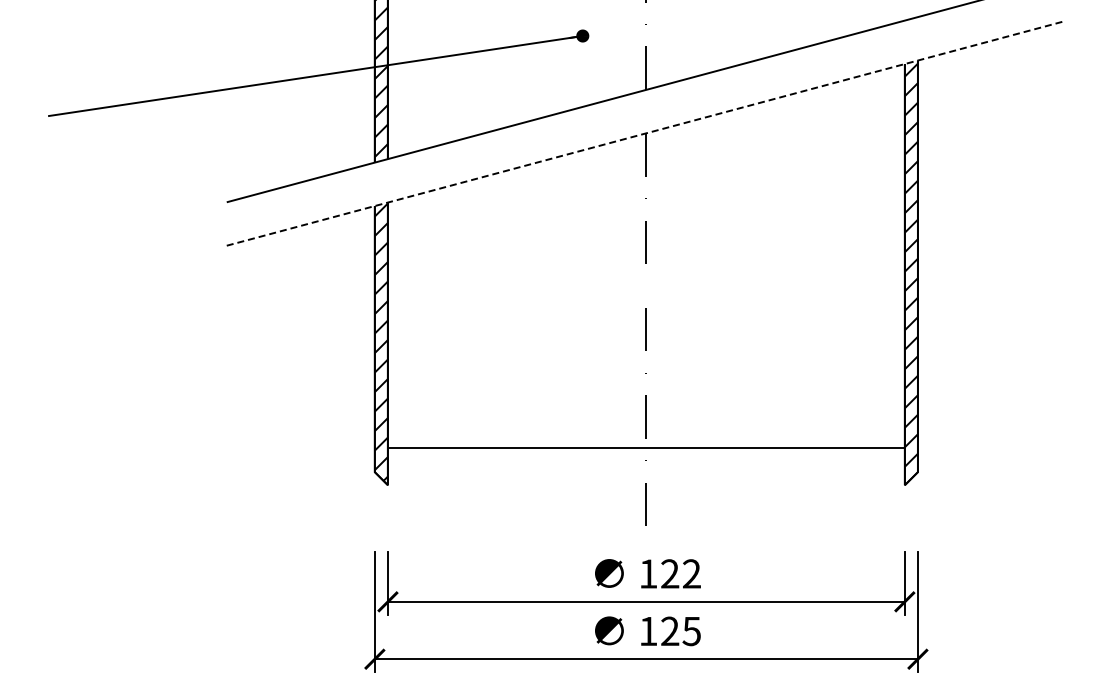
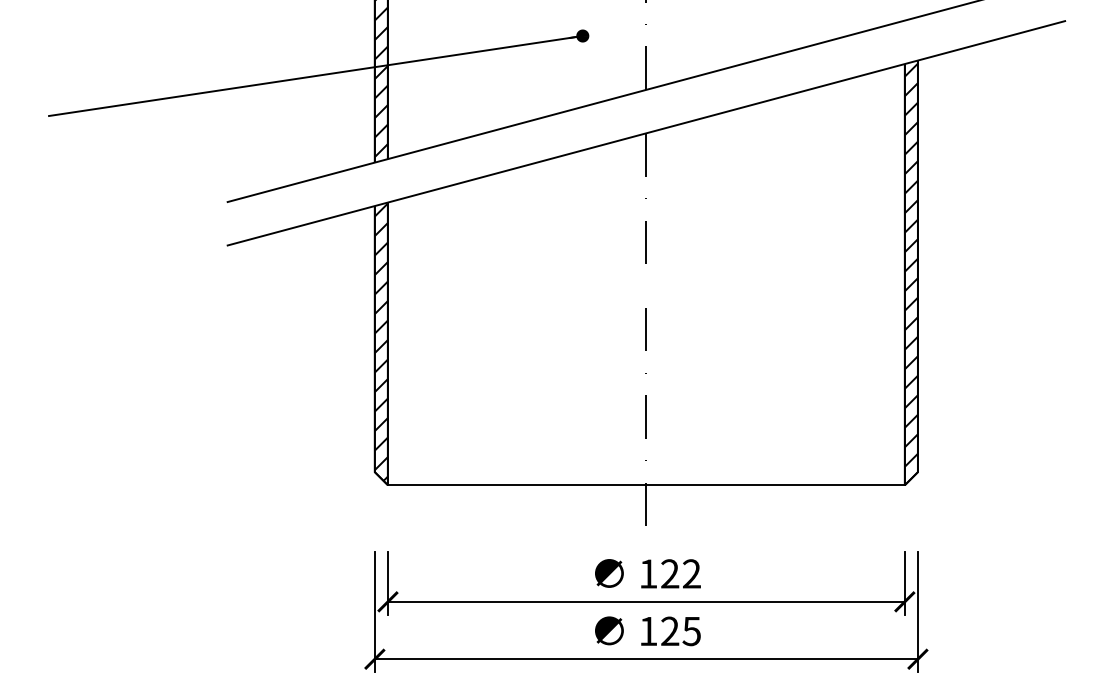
line at (646, 133): dashed -> solid
line at (645, 448) position: (645, 448) -> (645, 485)
